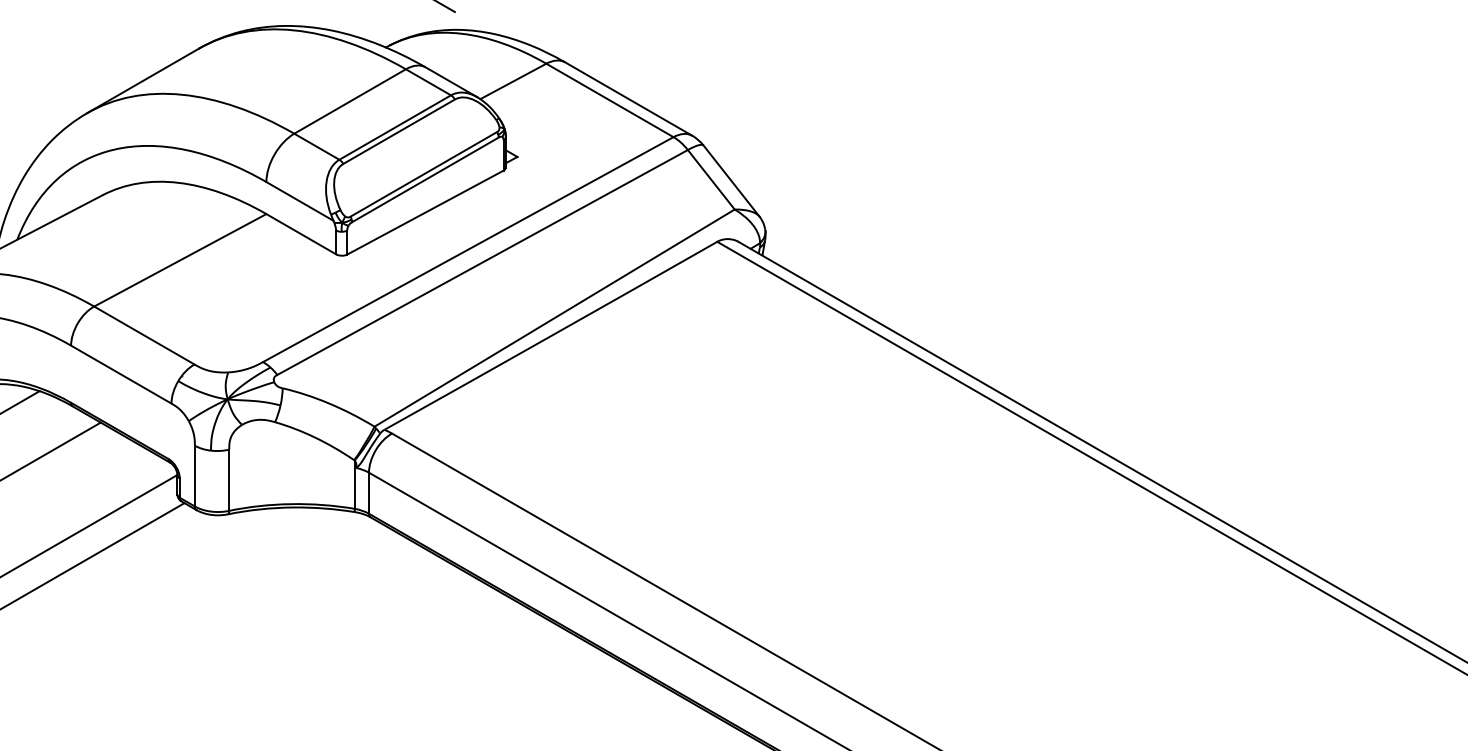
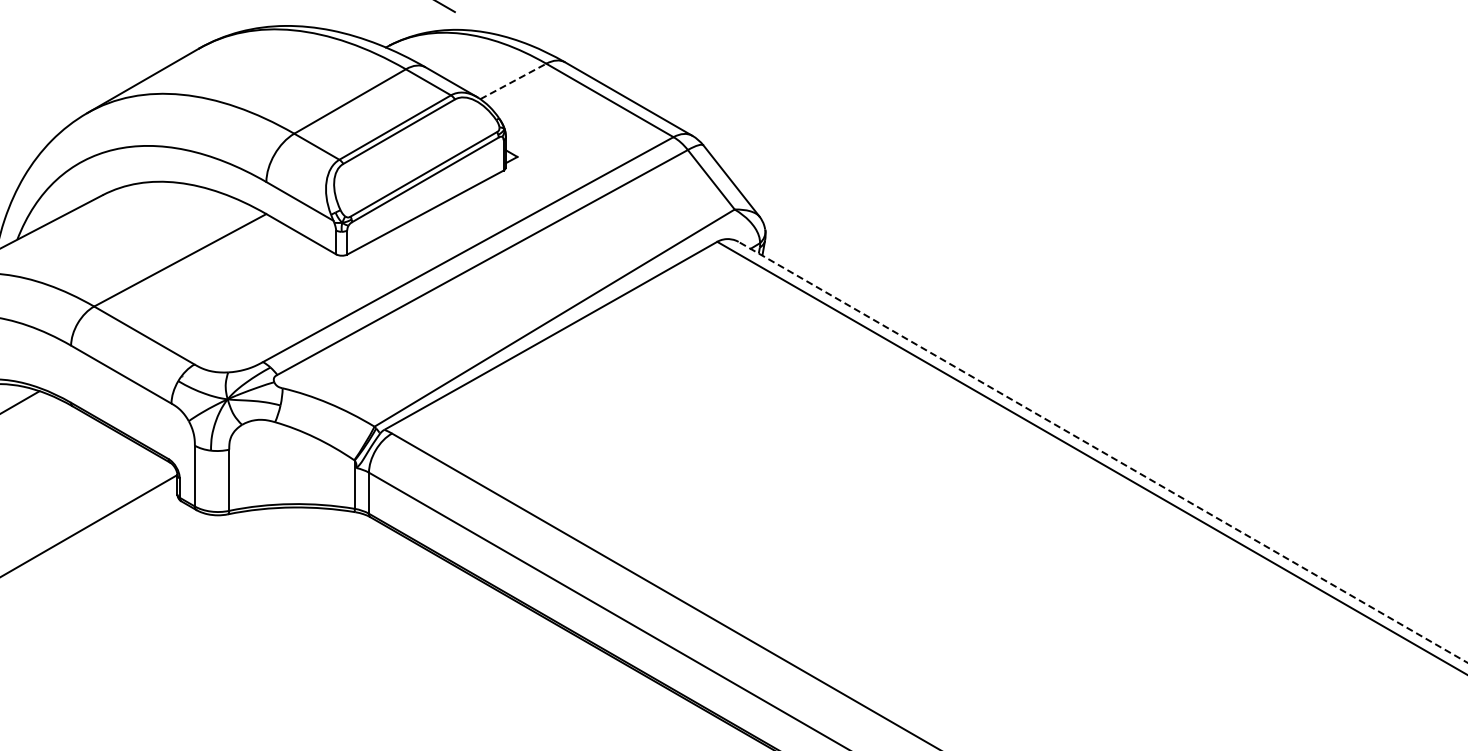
line at (513, 81): solid -> dashed
line at (51, 450): present -> none
line at (1103, 452): solid -> dashed
line at (93, 555): present -> none
